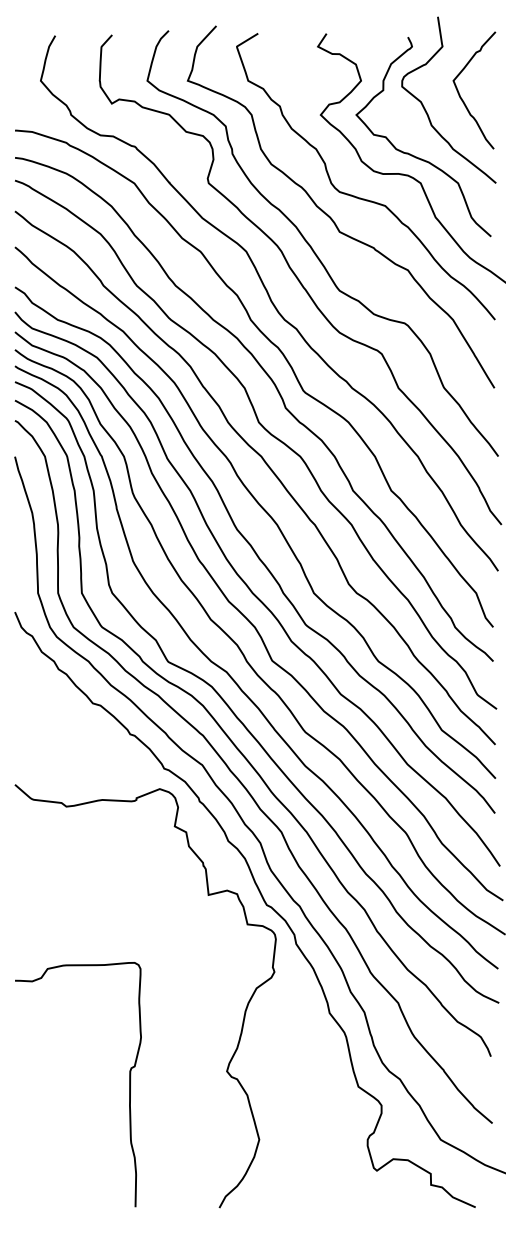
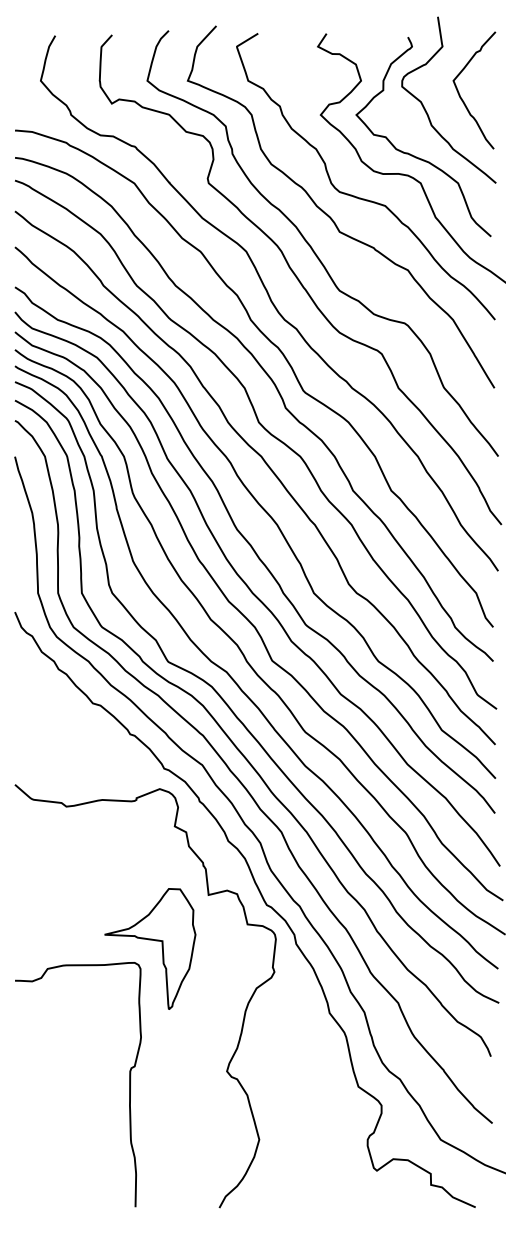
part at (150, 940): none -> present
